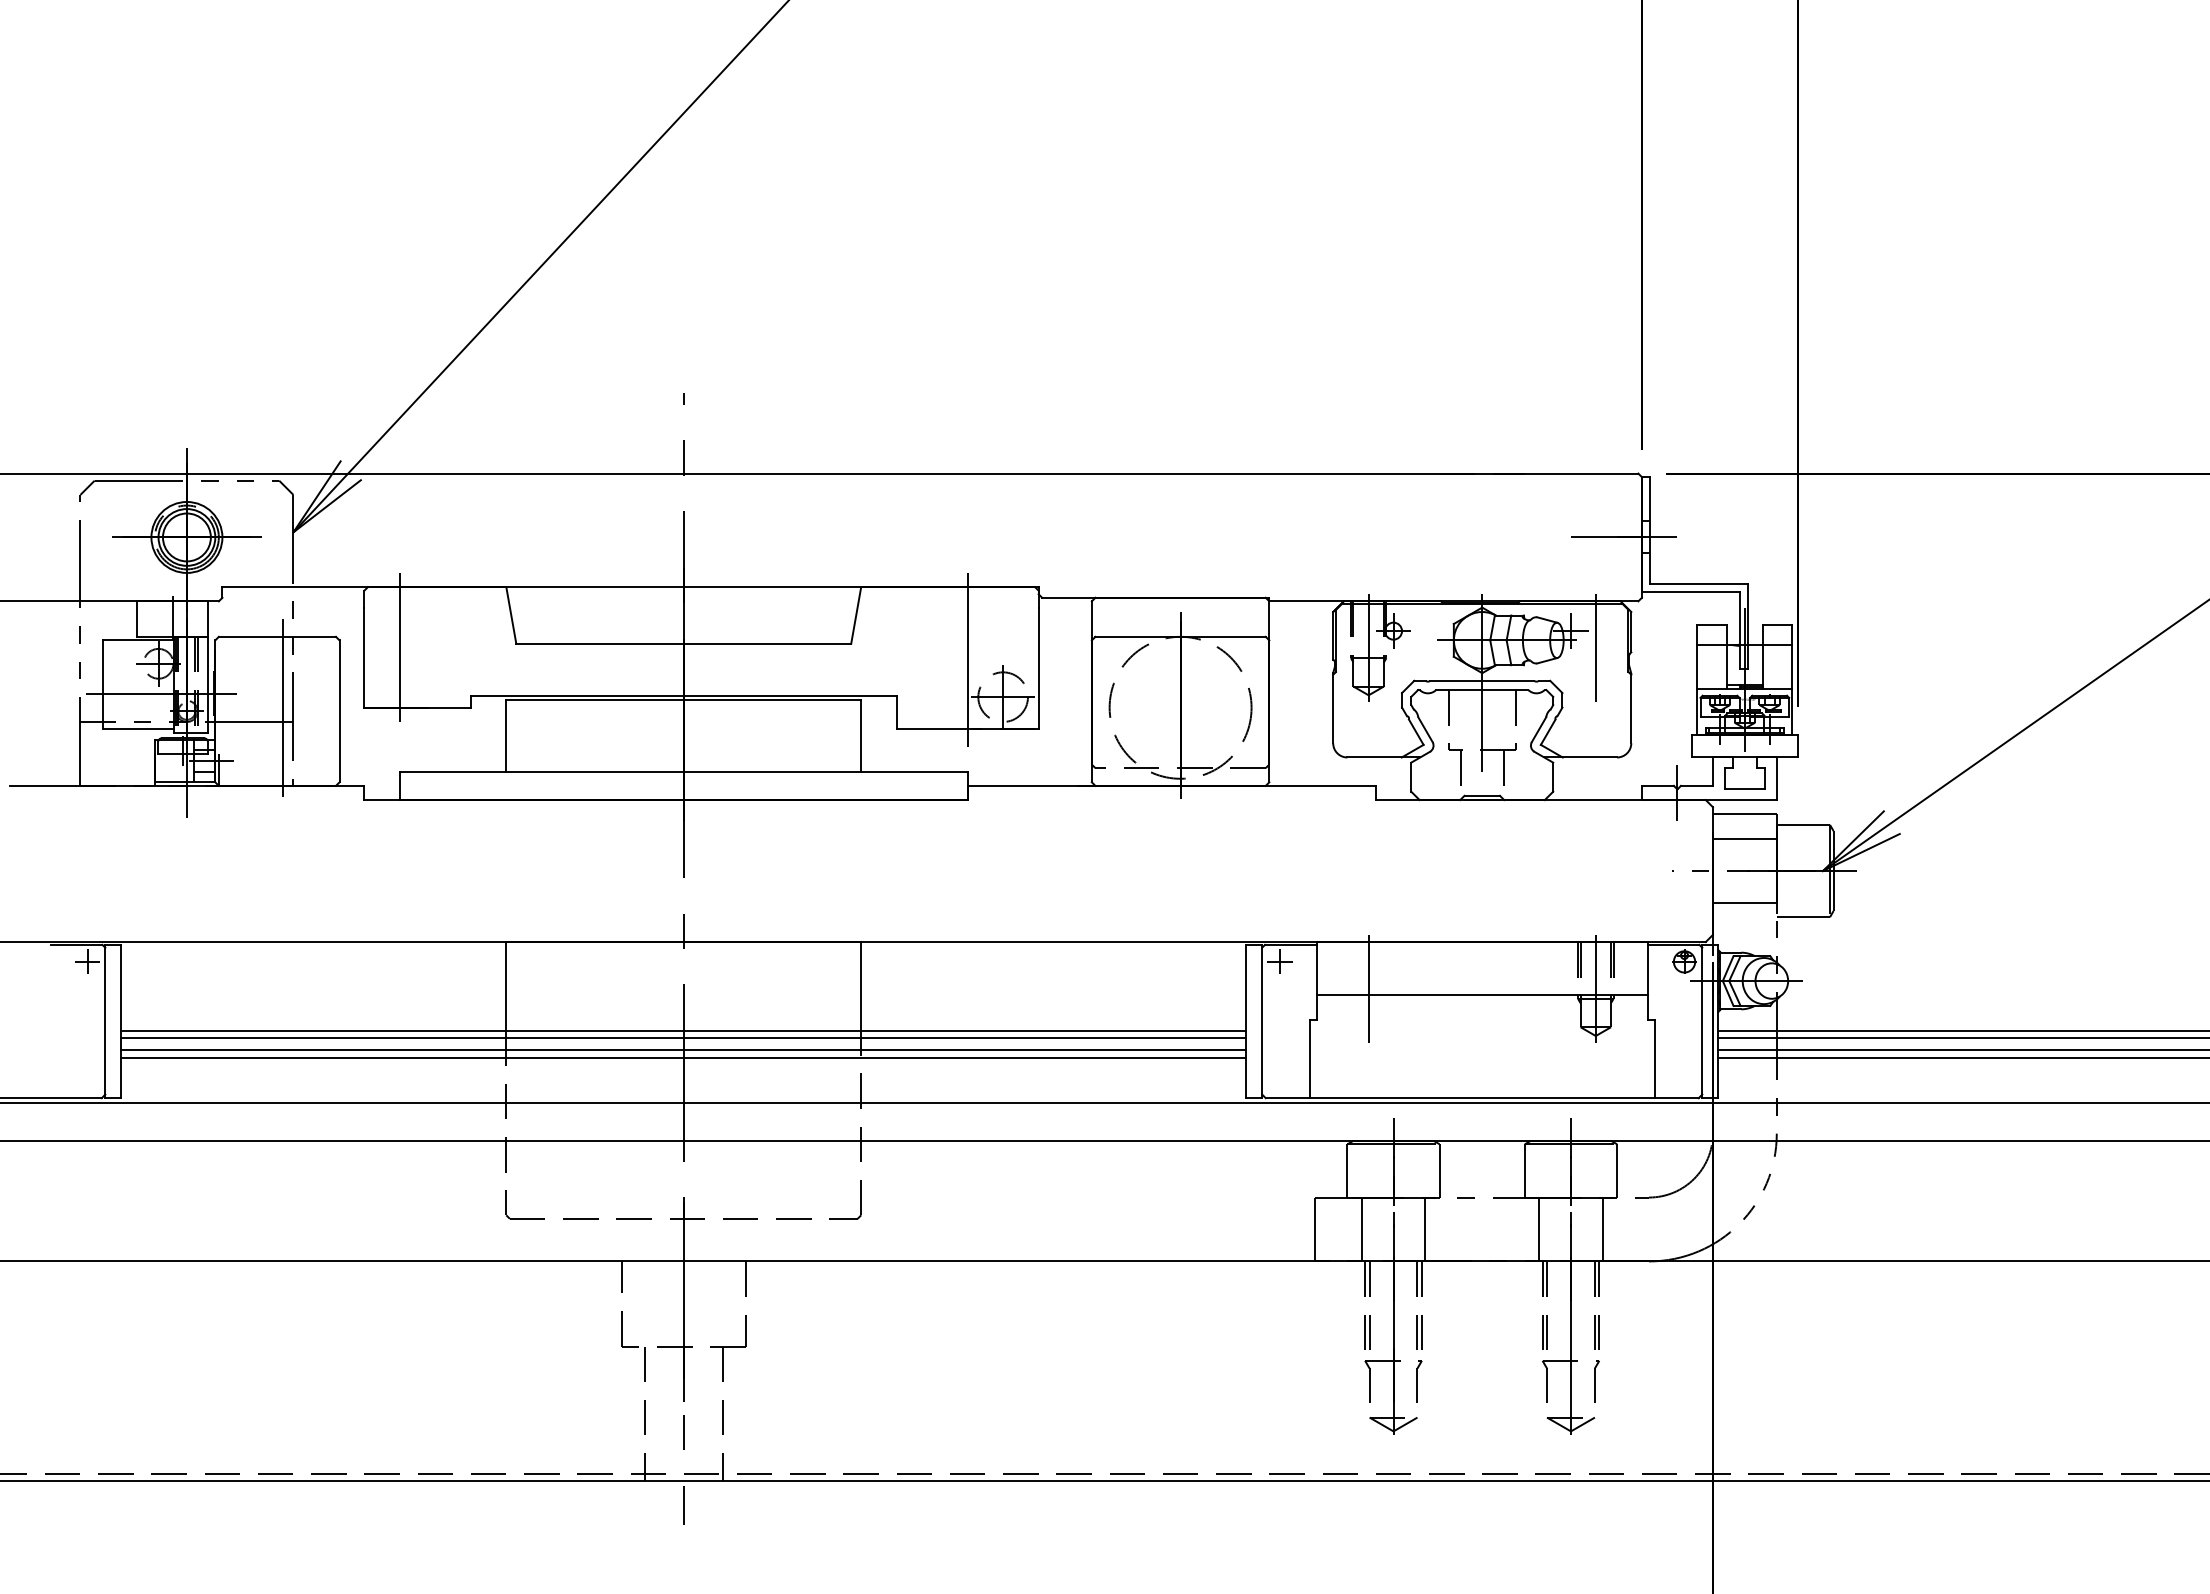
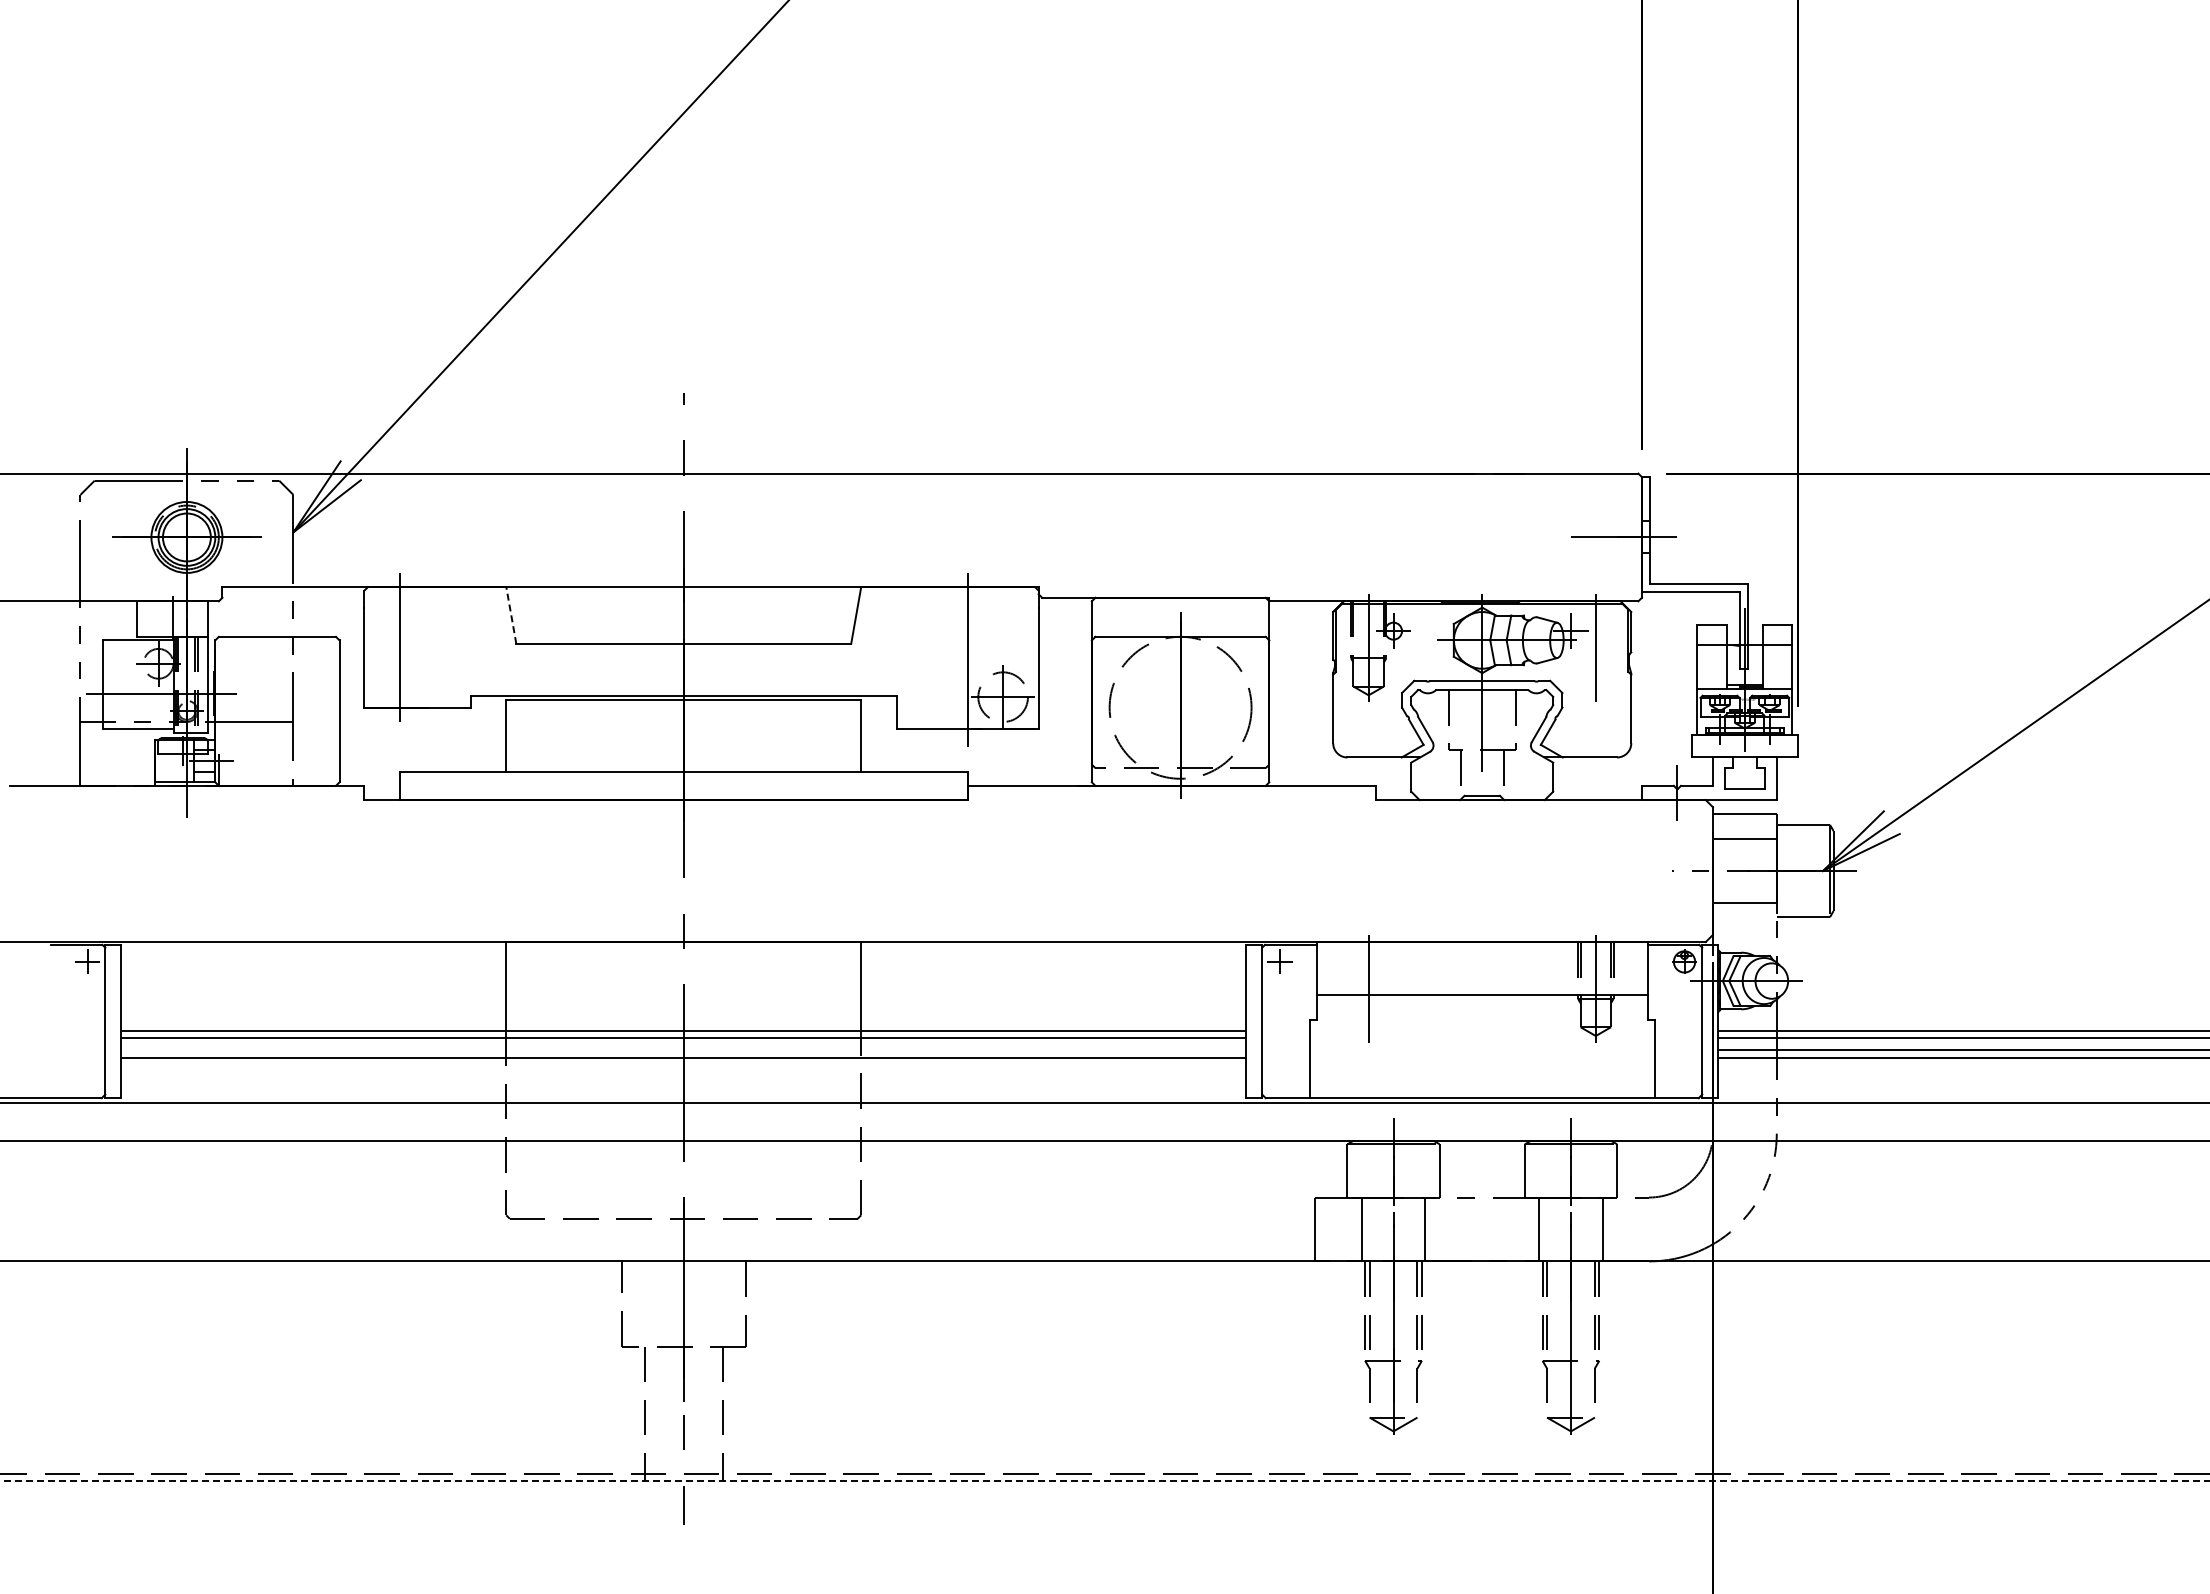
line at (511, 615): solid -> dashed
line at (282, 715): present -> none
line at (683, 1049): present -> none
line at (1104, 1481): solid -> dashed
